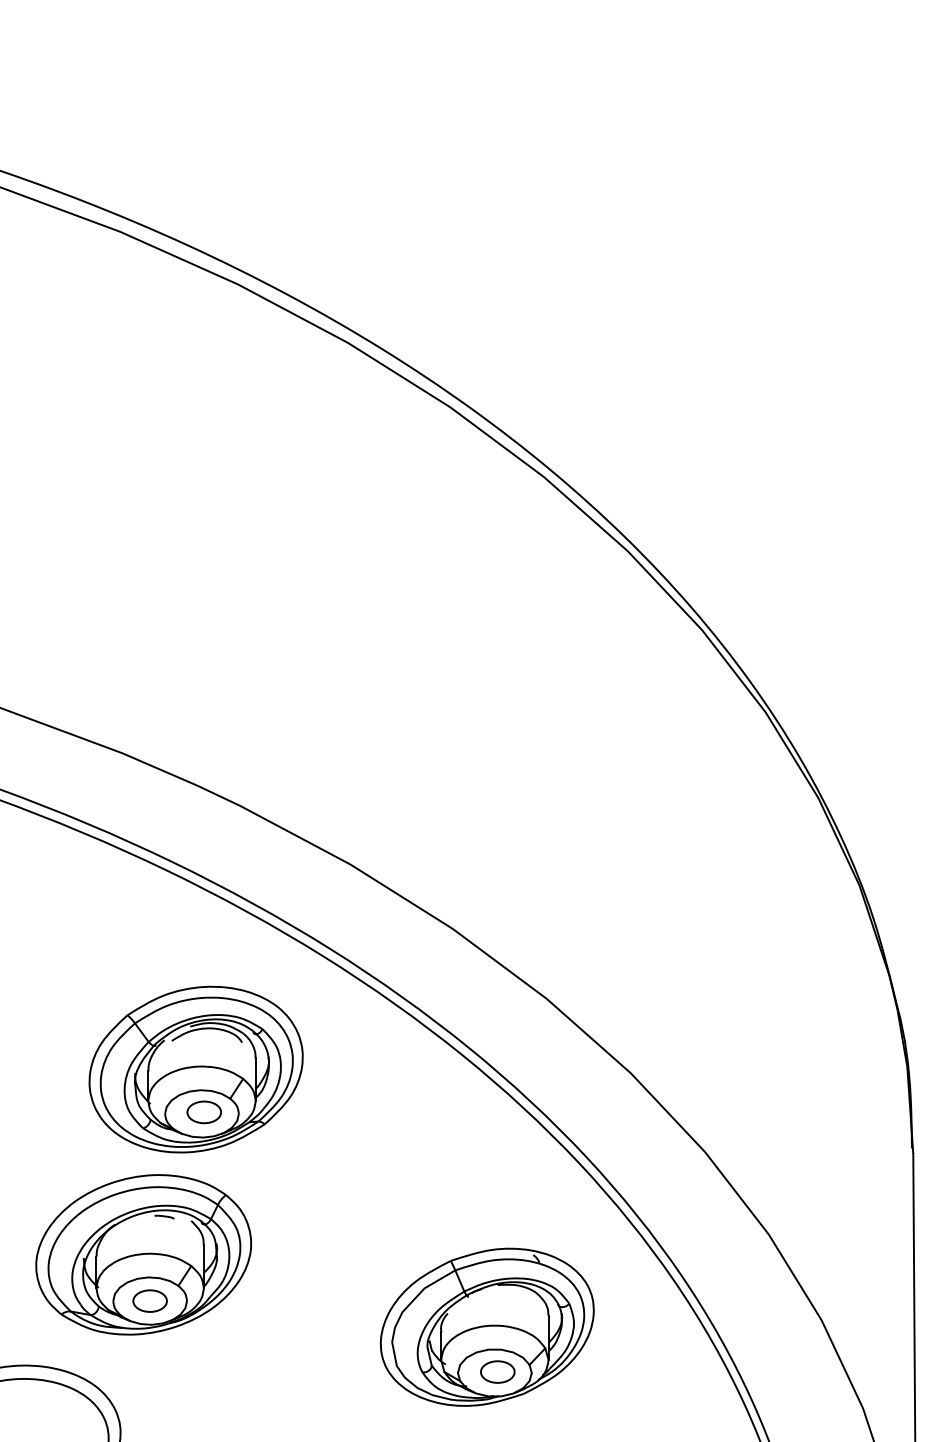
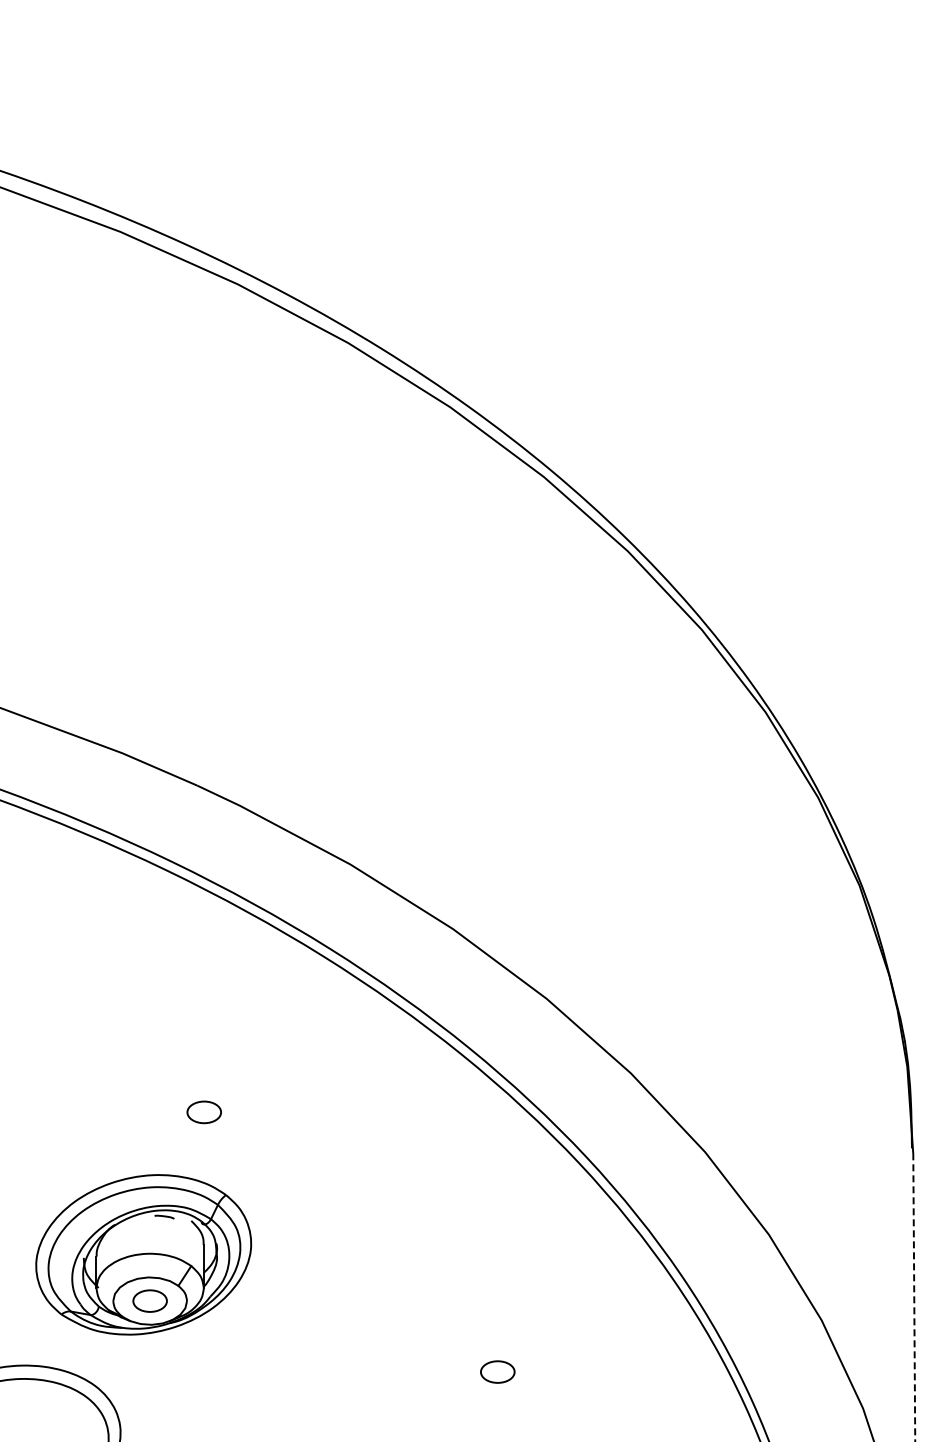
part at (195, 1069): present -> none
line at (914, 1297): solid -> dashed
part at (486, 1326): present -> none
